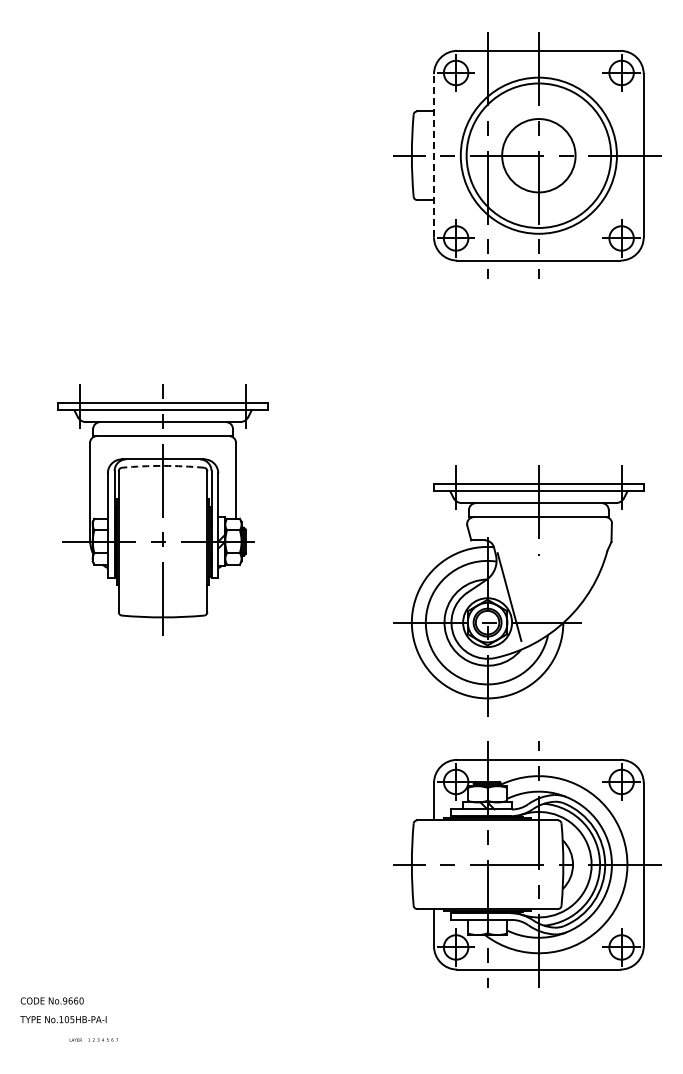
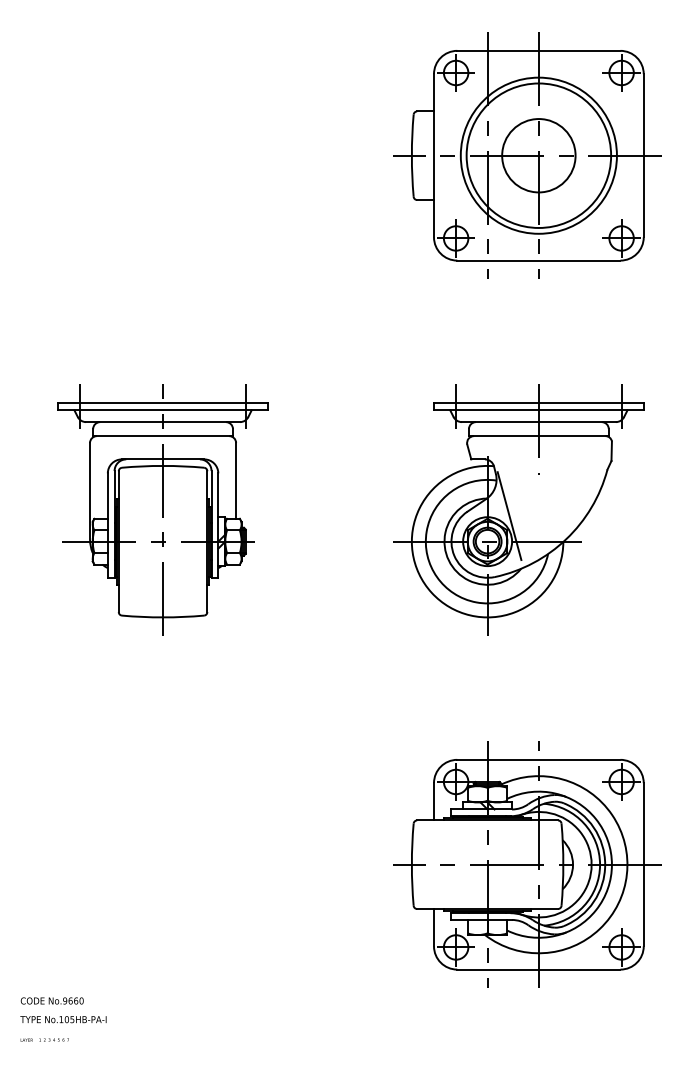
line at (434, 155): dashed -> solid
arc at (163, 465): dashed -> solid
part at (518, 590) position: (518, 590) -> (518, 509)
text at (93, 1039) position: (93, 1039) -> (44, 1039)
